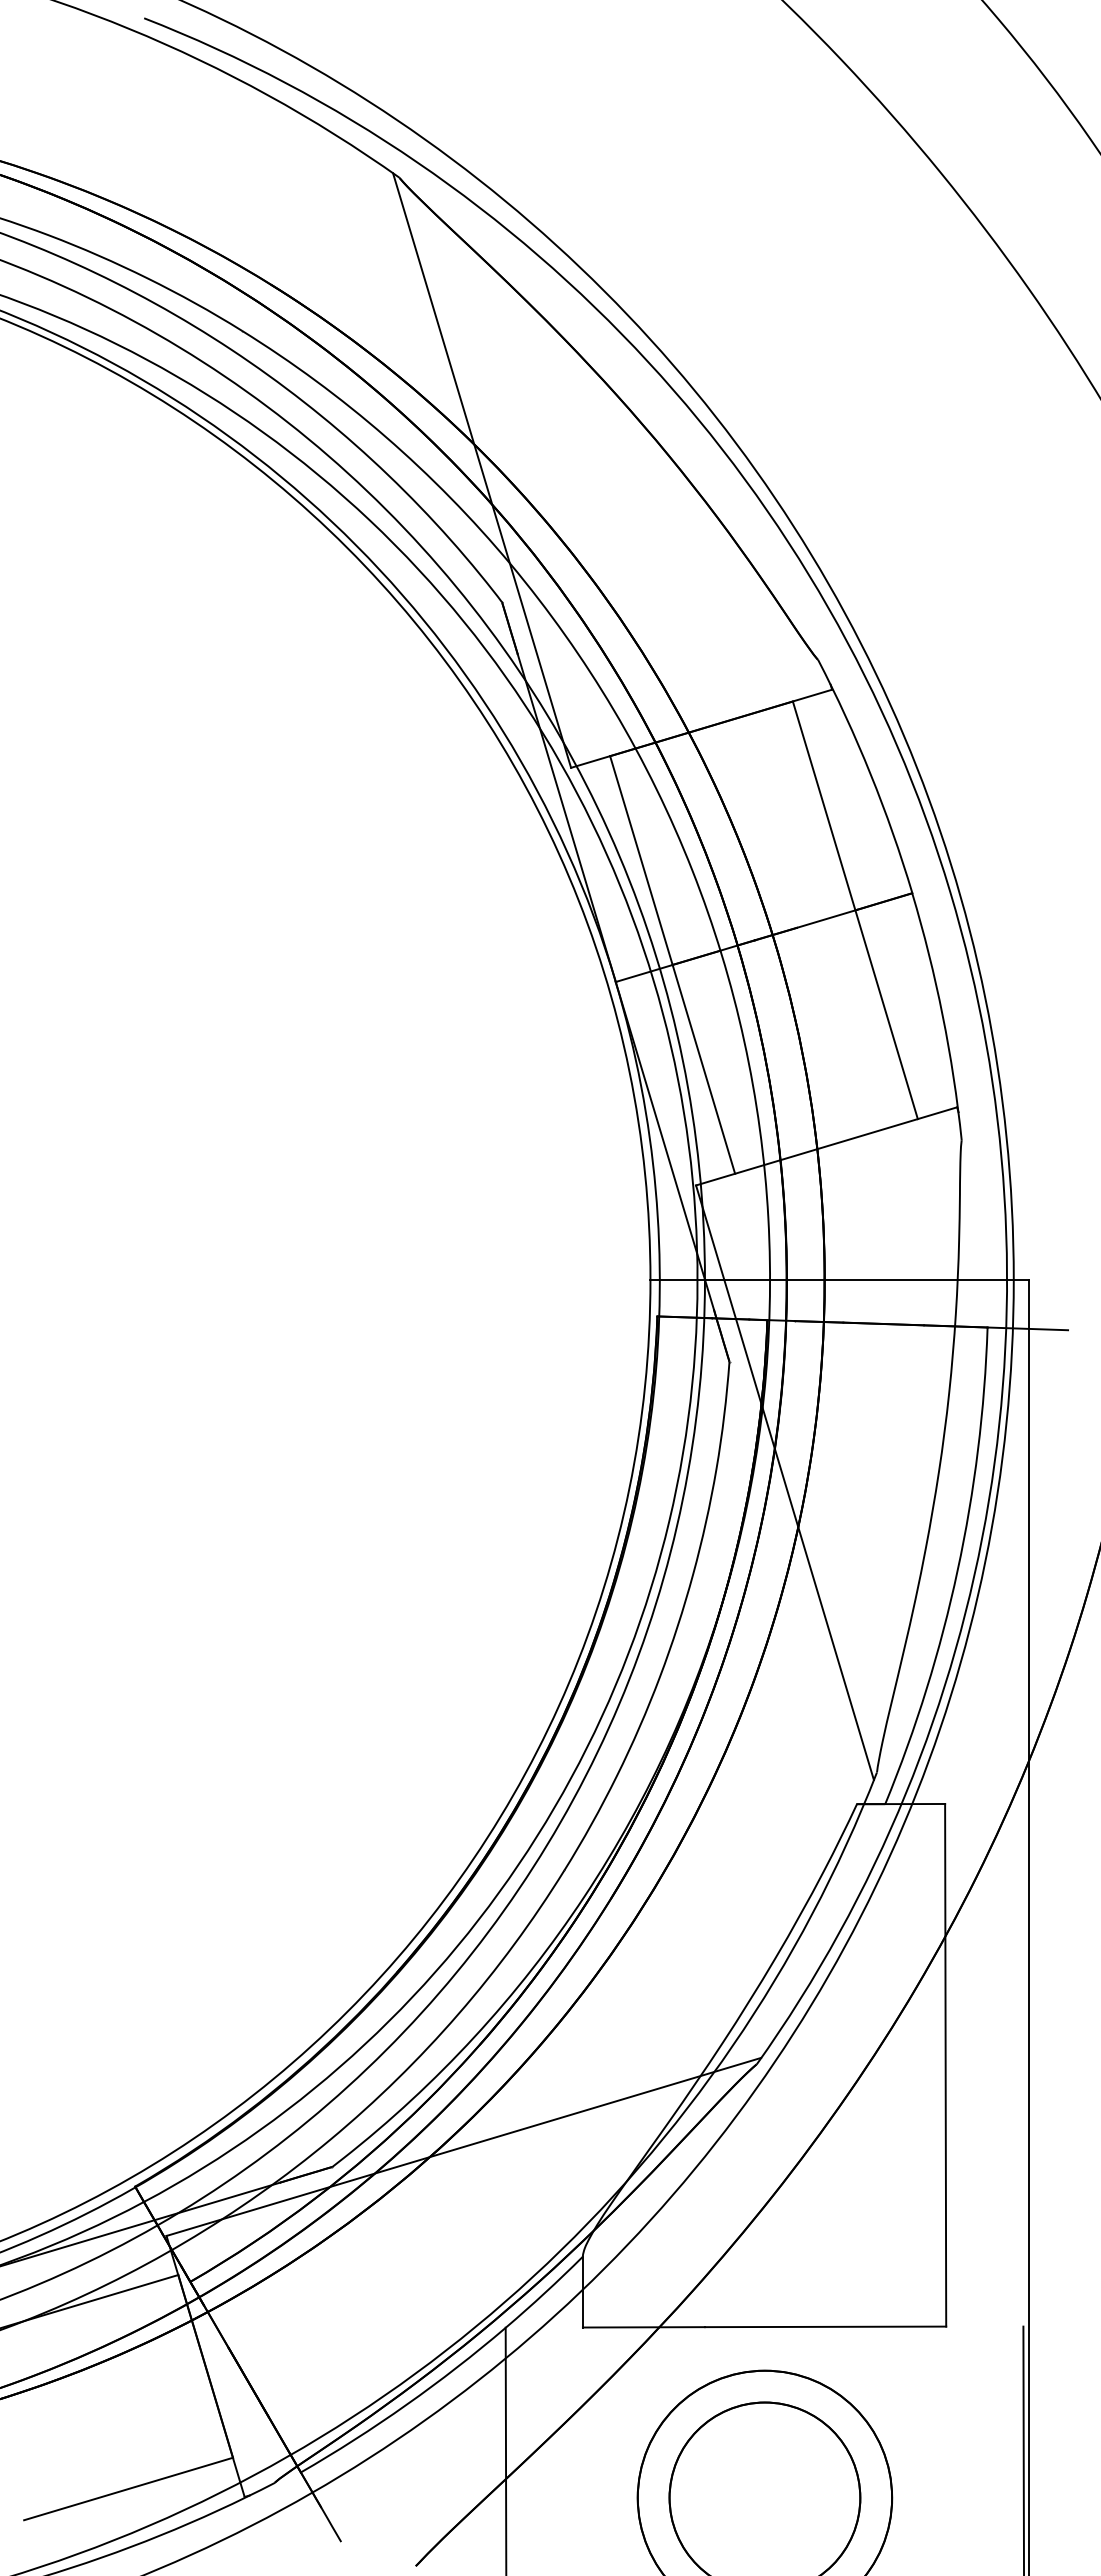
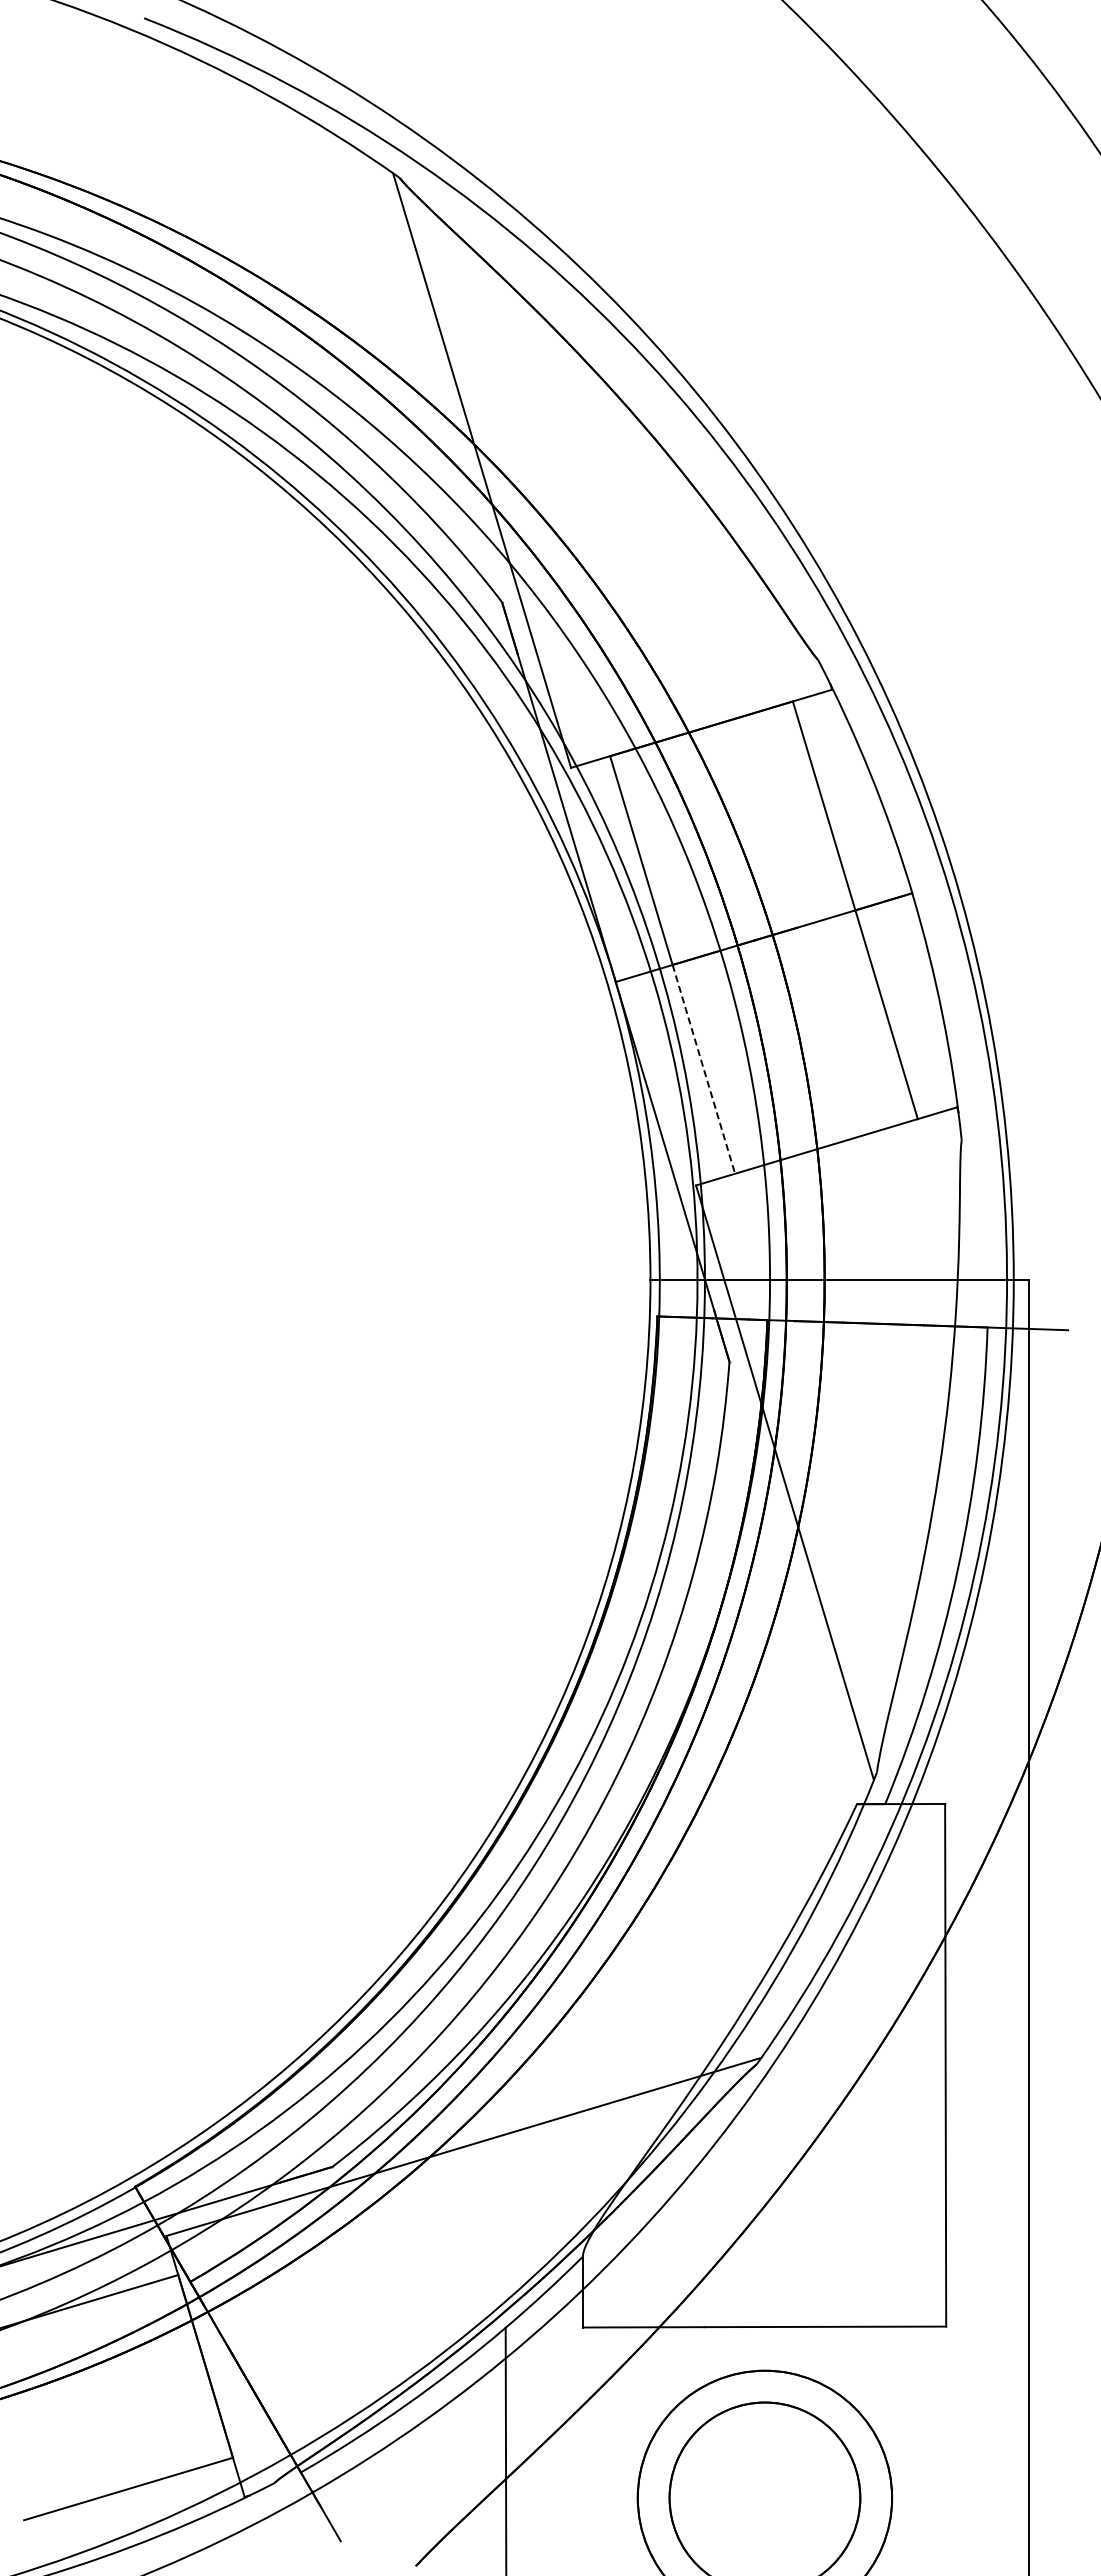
line at (704, 1069): solid -> dashed
line at (1023, 2449): present -> none
